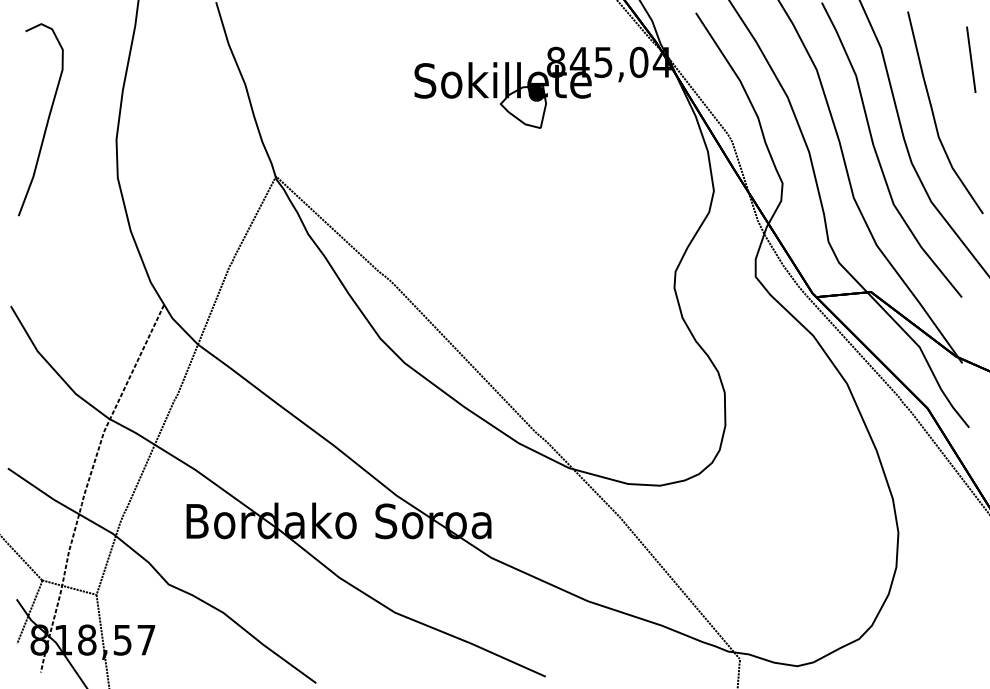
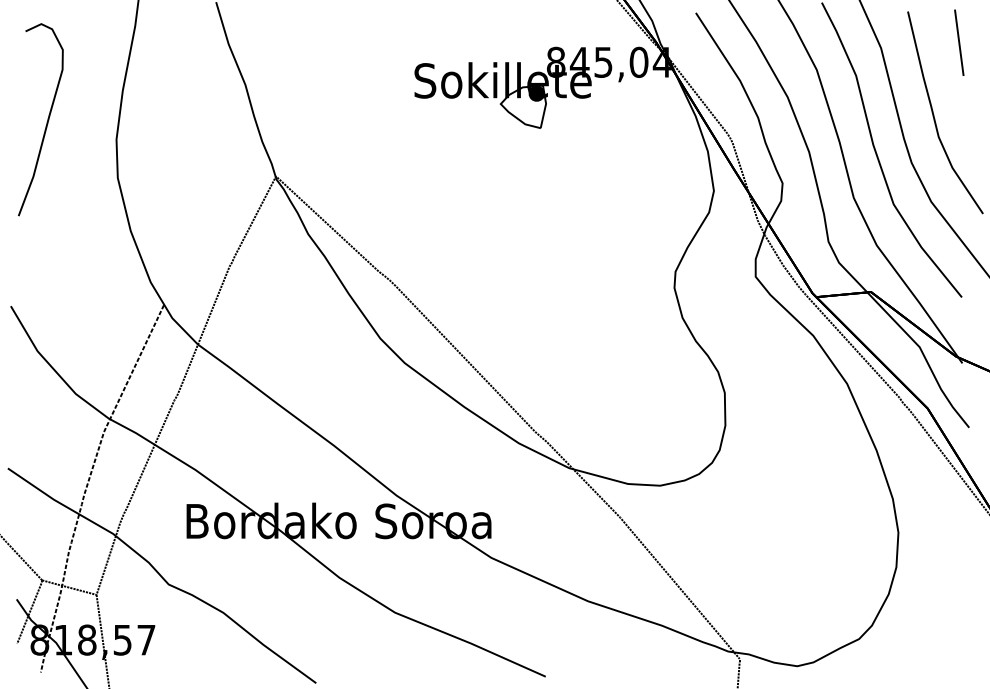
line at (971, 59) position: (971, 59) -> (959, 42)
